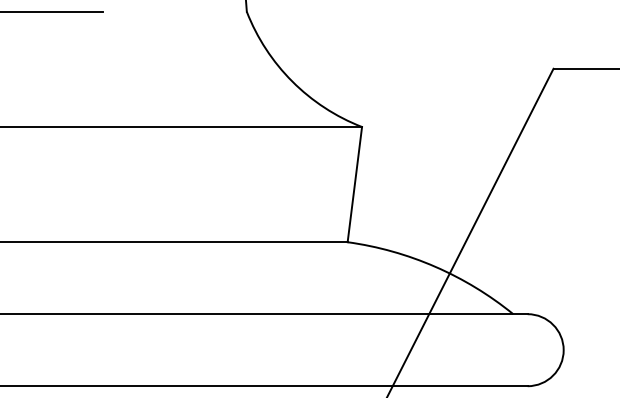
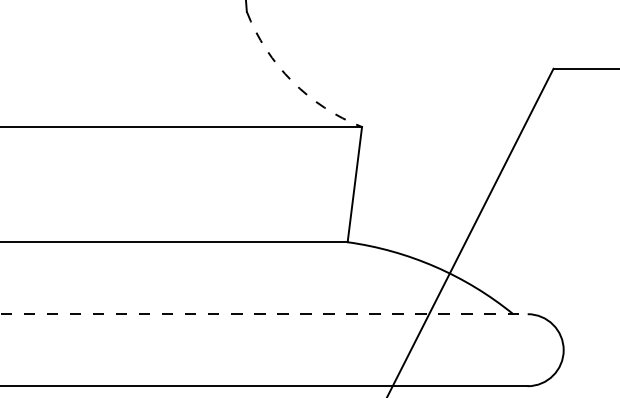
line at (52, 11): present -> none
arc at (292, 81): solid -> dashed
line at (264, 314): solid -> dashed
